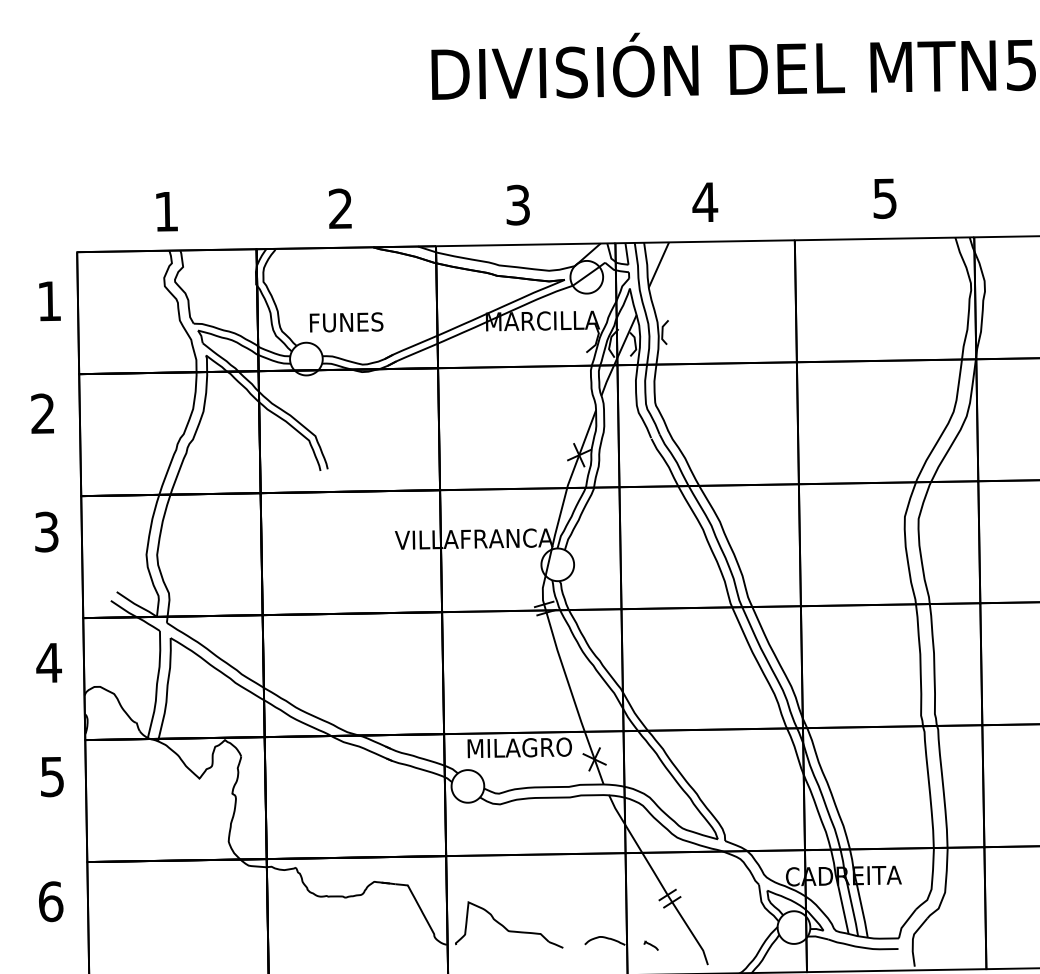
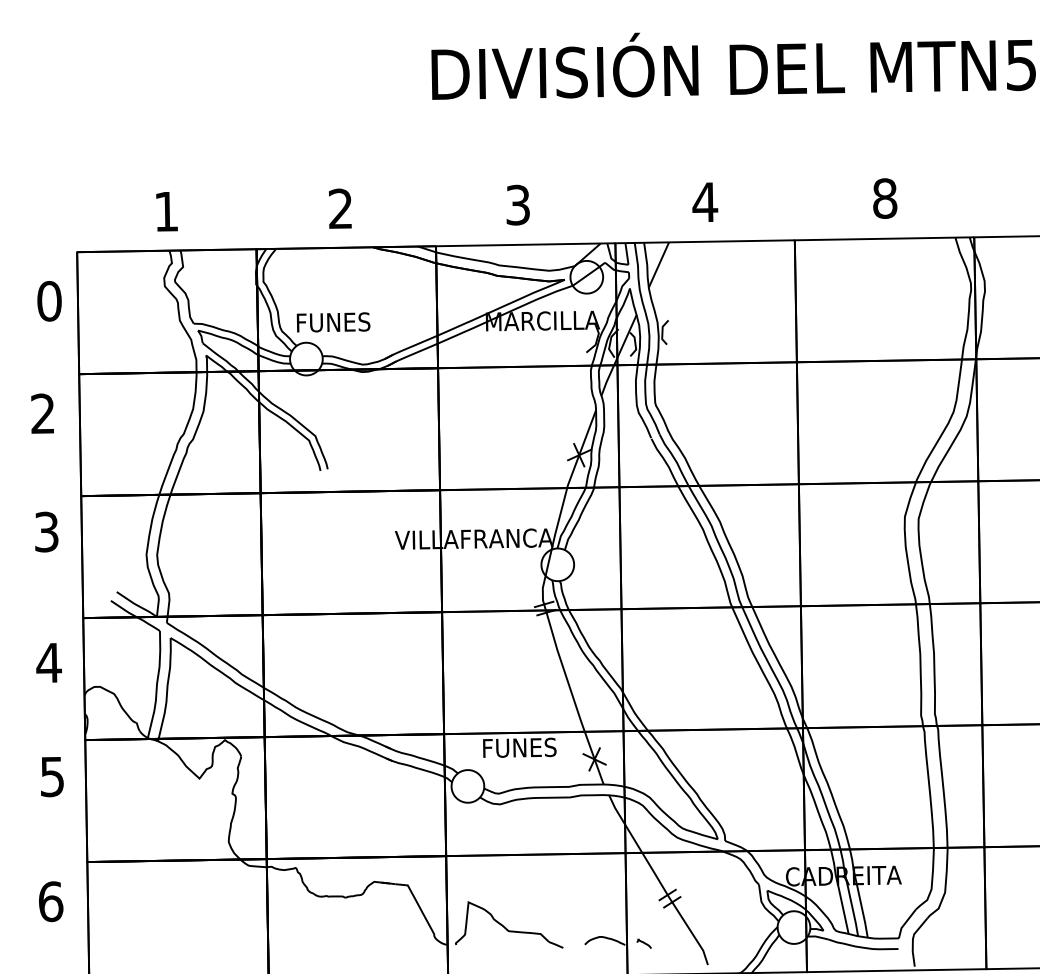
text at (885, 198): 5 -> 8
text at (49, 301): 1 -> 0
text at (346, 322) position: (346, 322) -> (333, 322)
text at (519, 747): MILAGRO -> FUNES
part at (650, 945) position: (650, 945) -> (643, 943)
